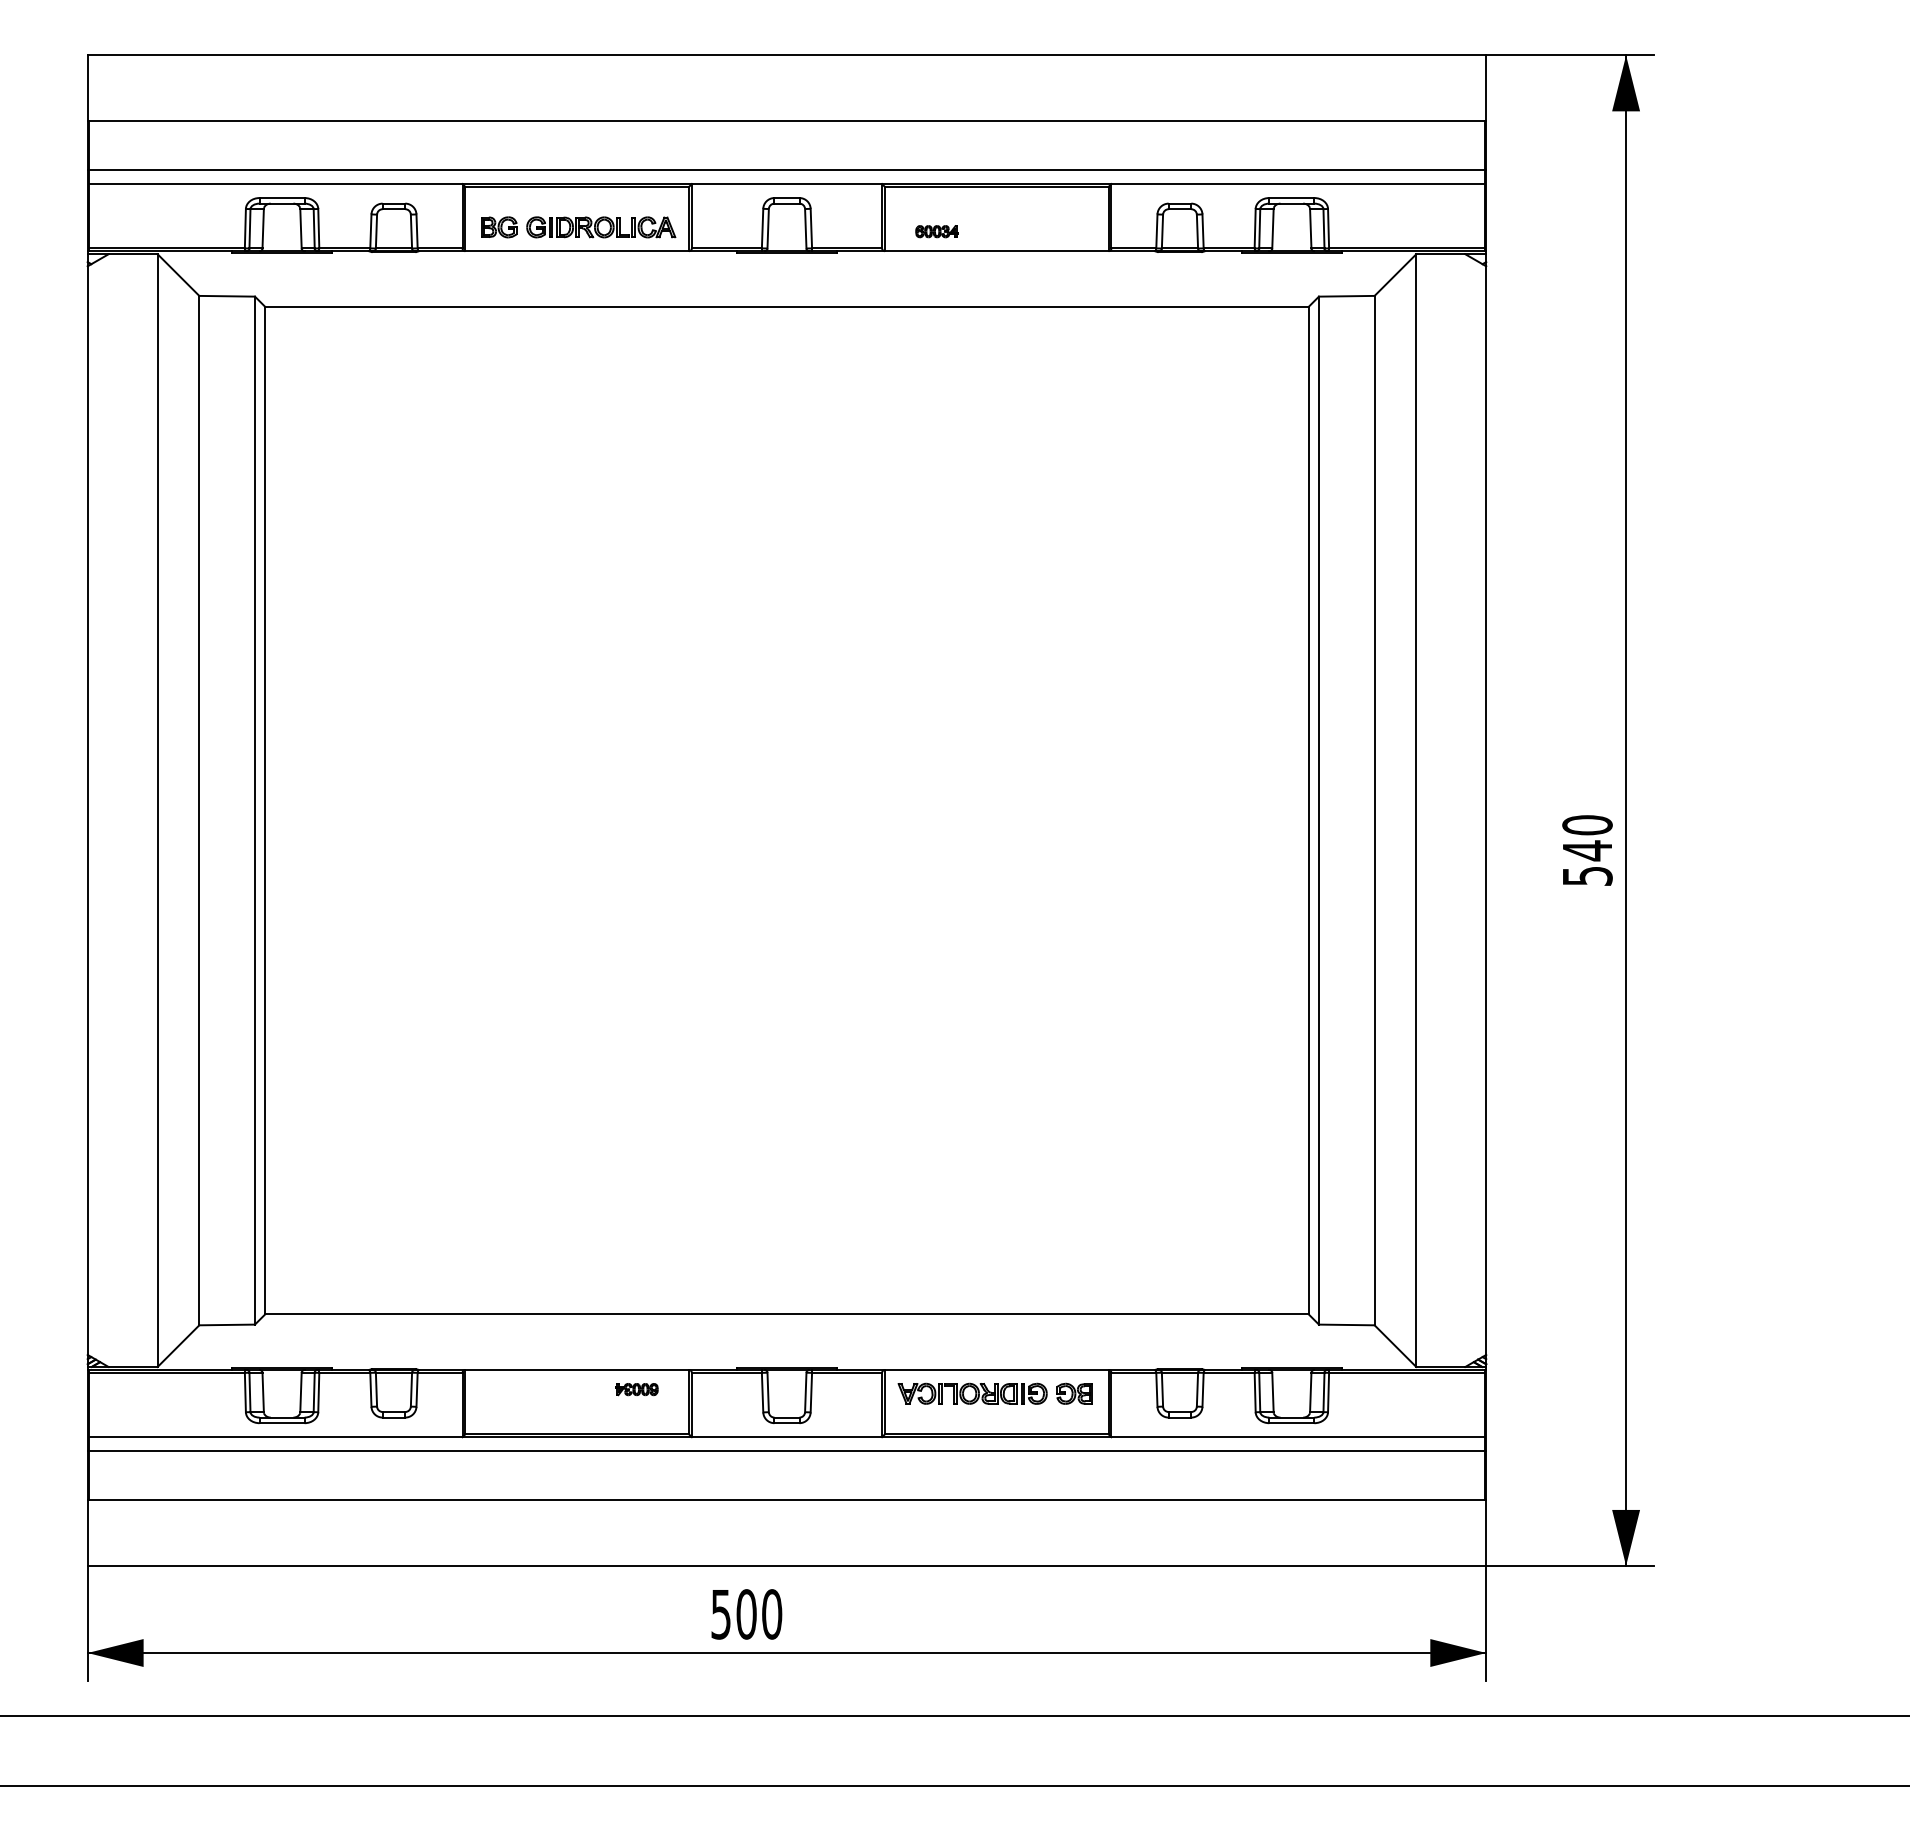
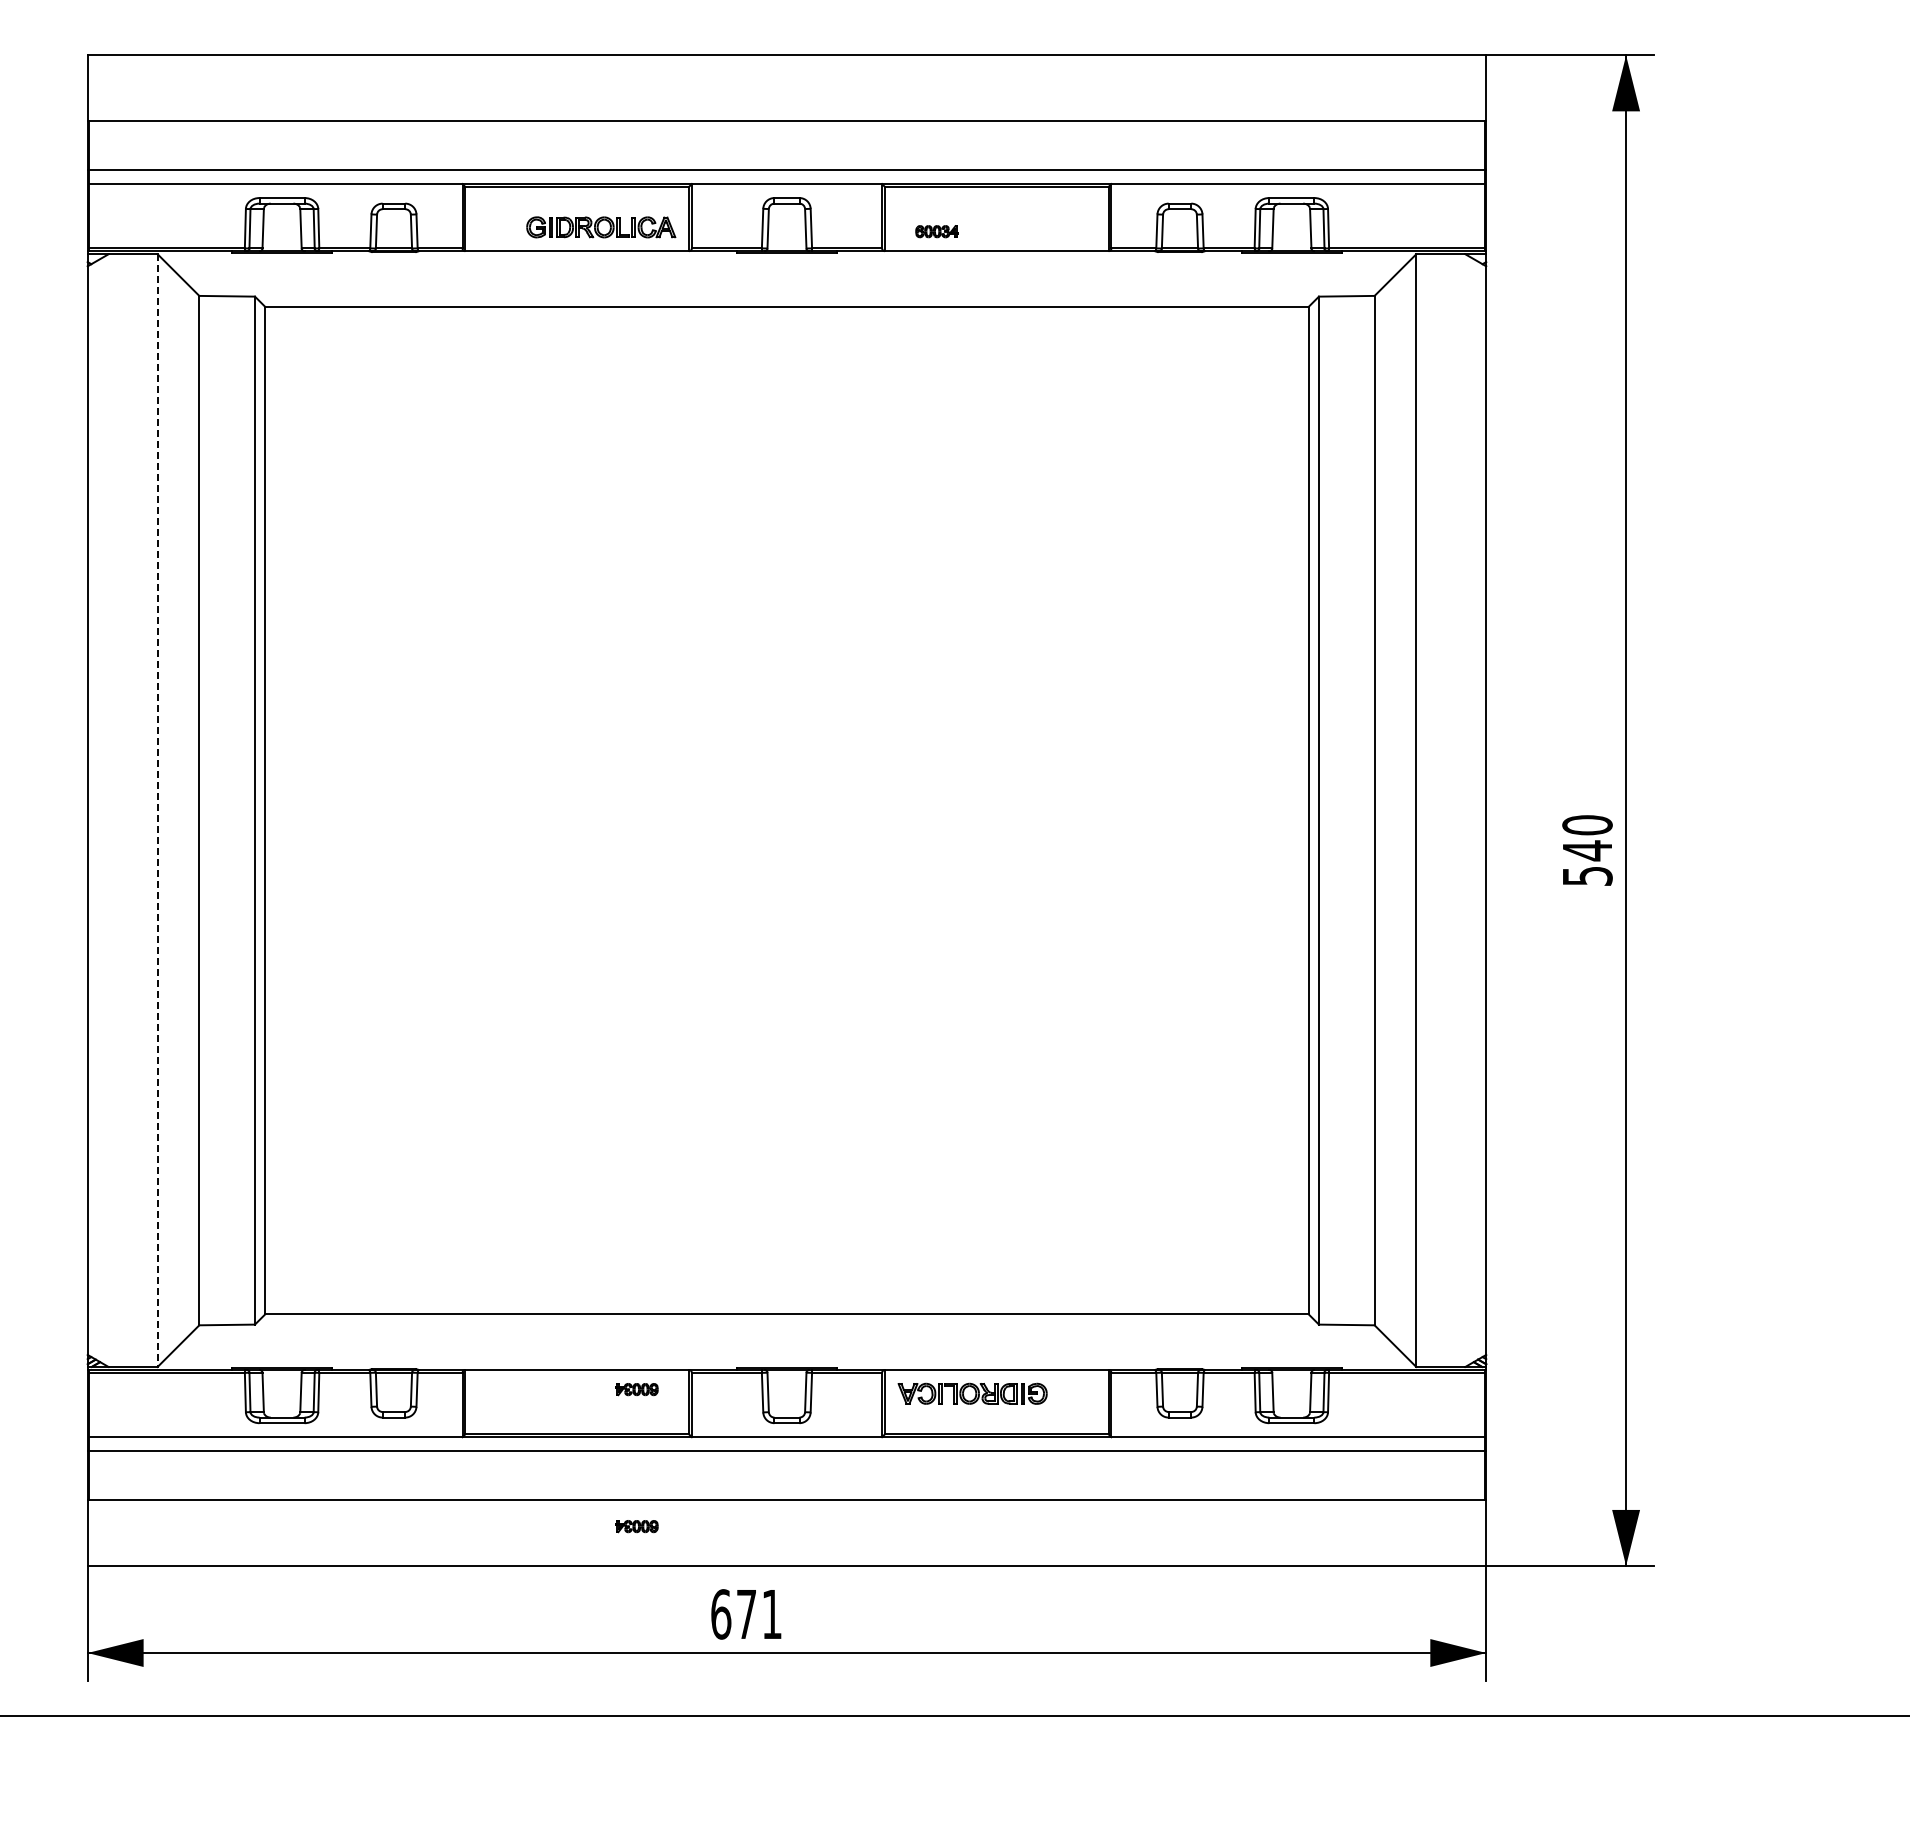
part at (499, 227): present -> none
line at (157, 811): solid -> dashed
part at (1074, 1393): present -> none
part at (636, 1526): none -> present
text at (746, 1614): 500 -> 671
line at (954, 1785): present -> none
